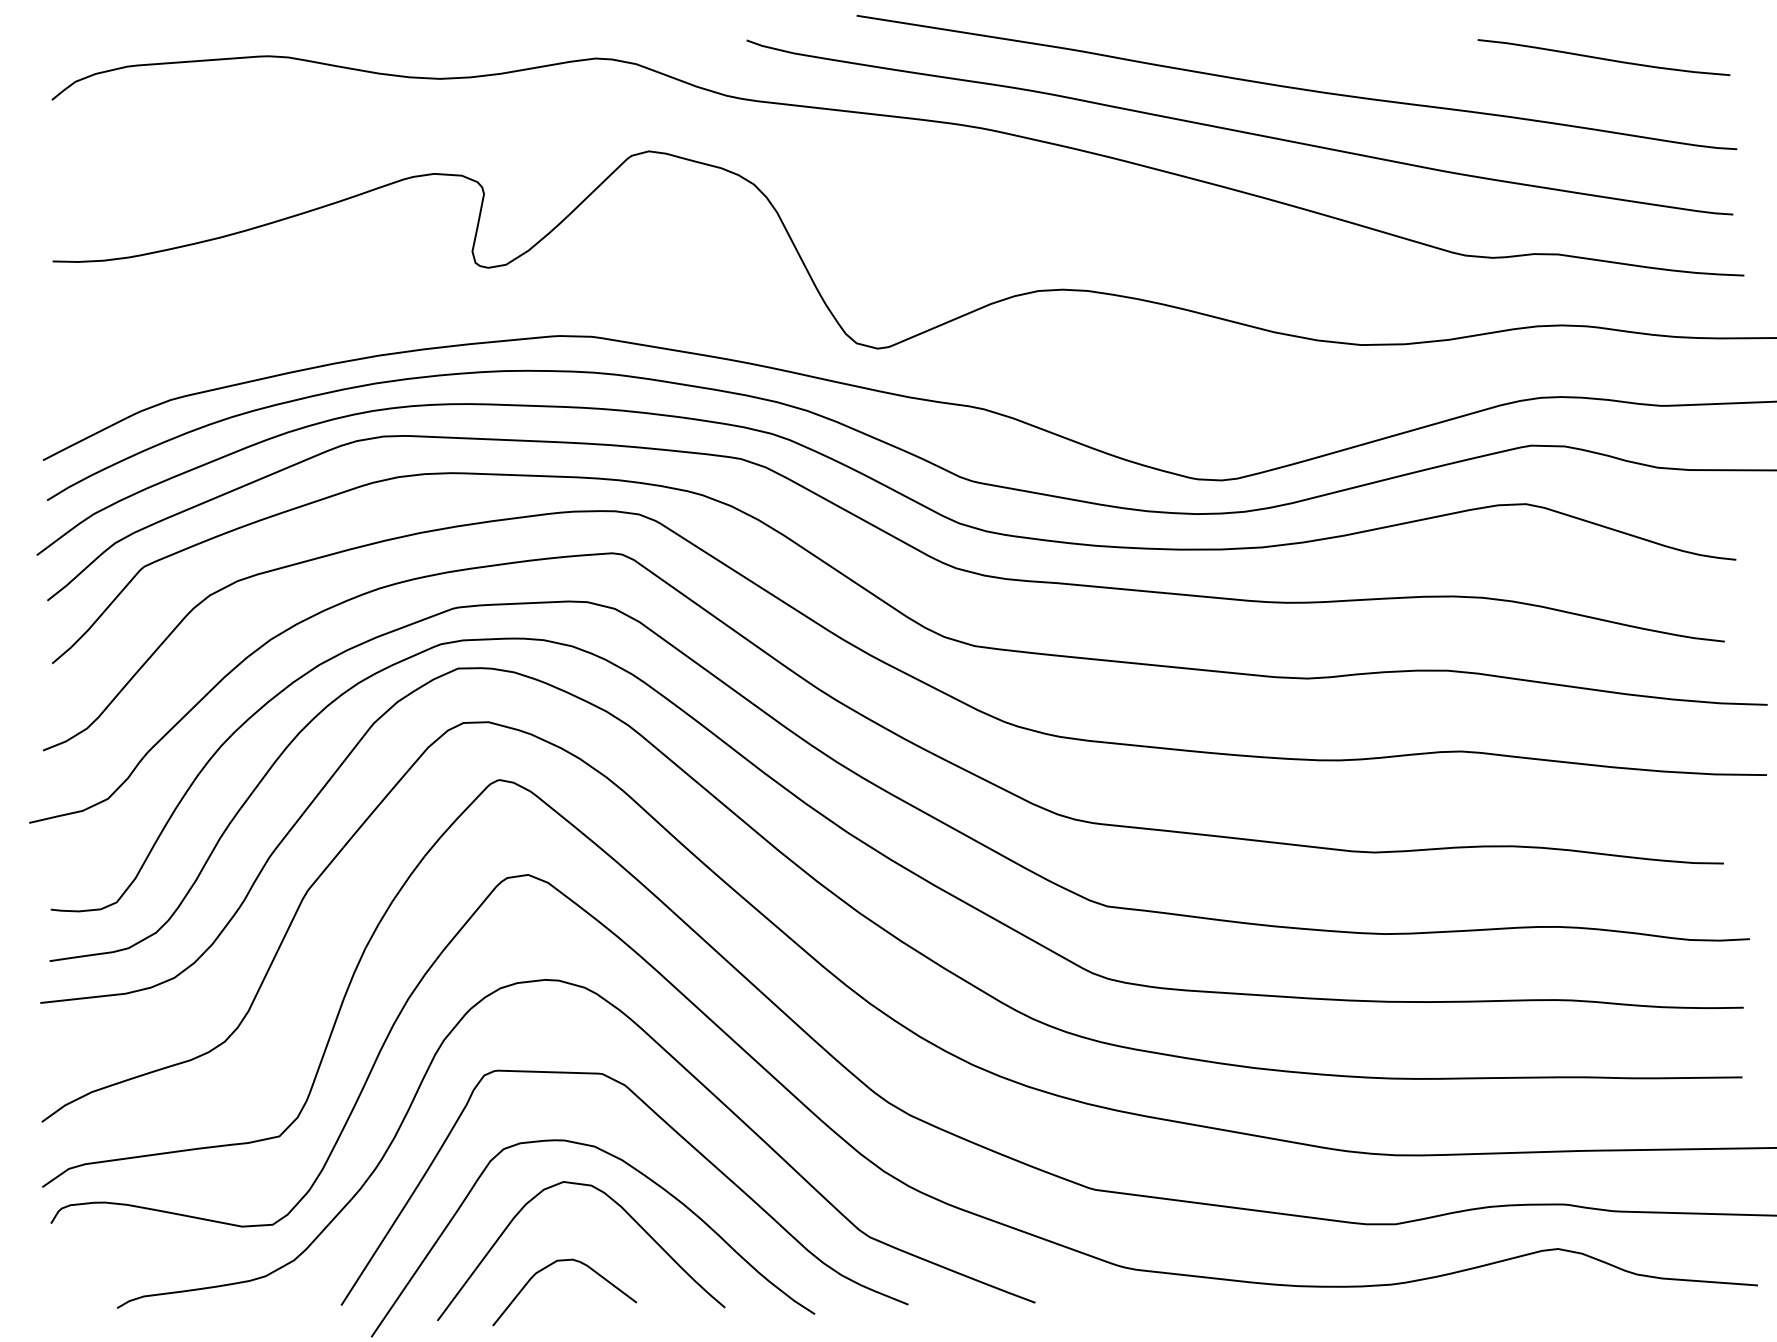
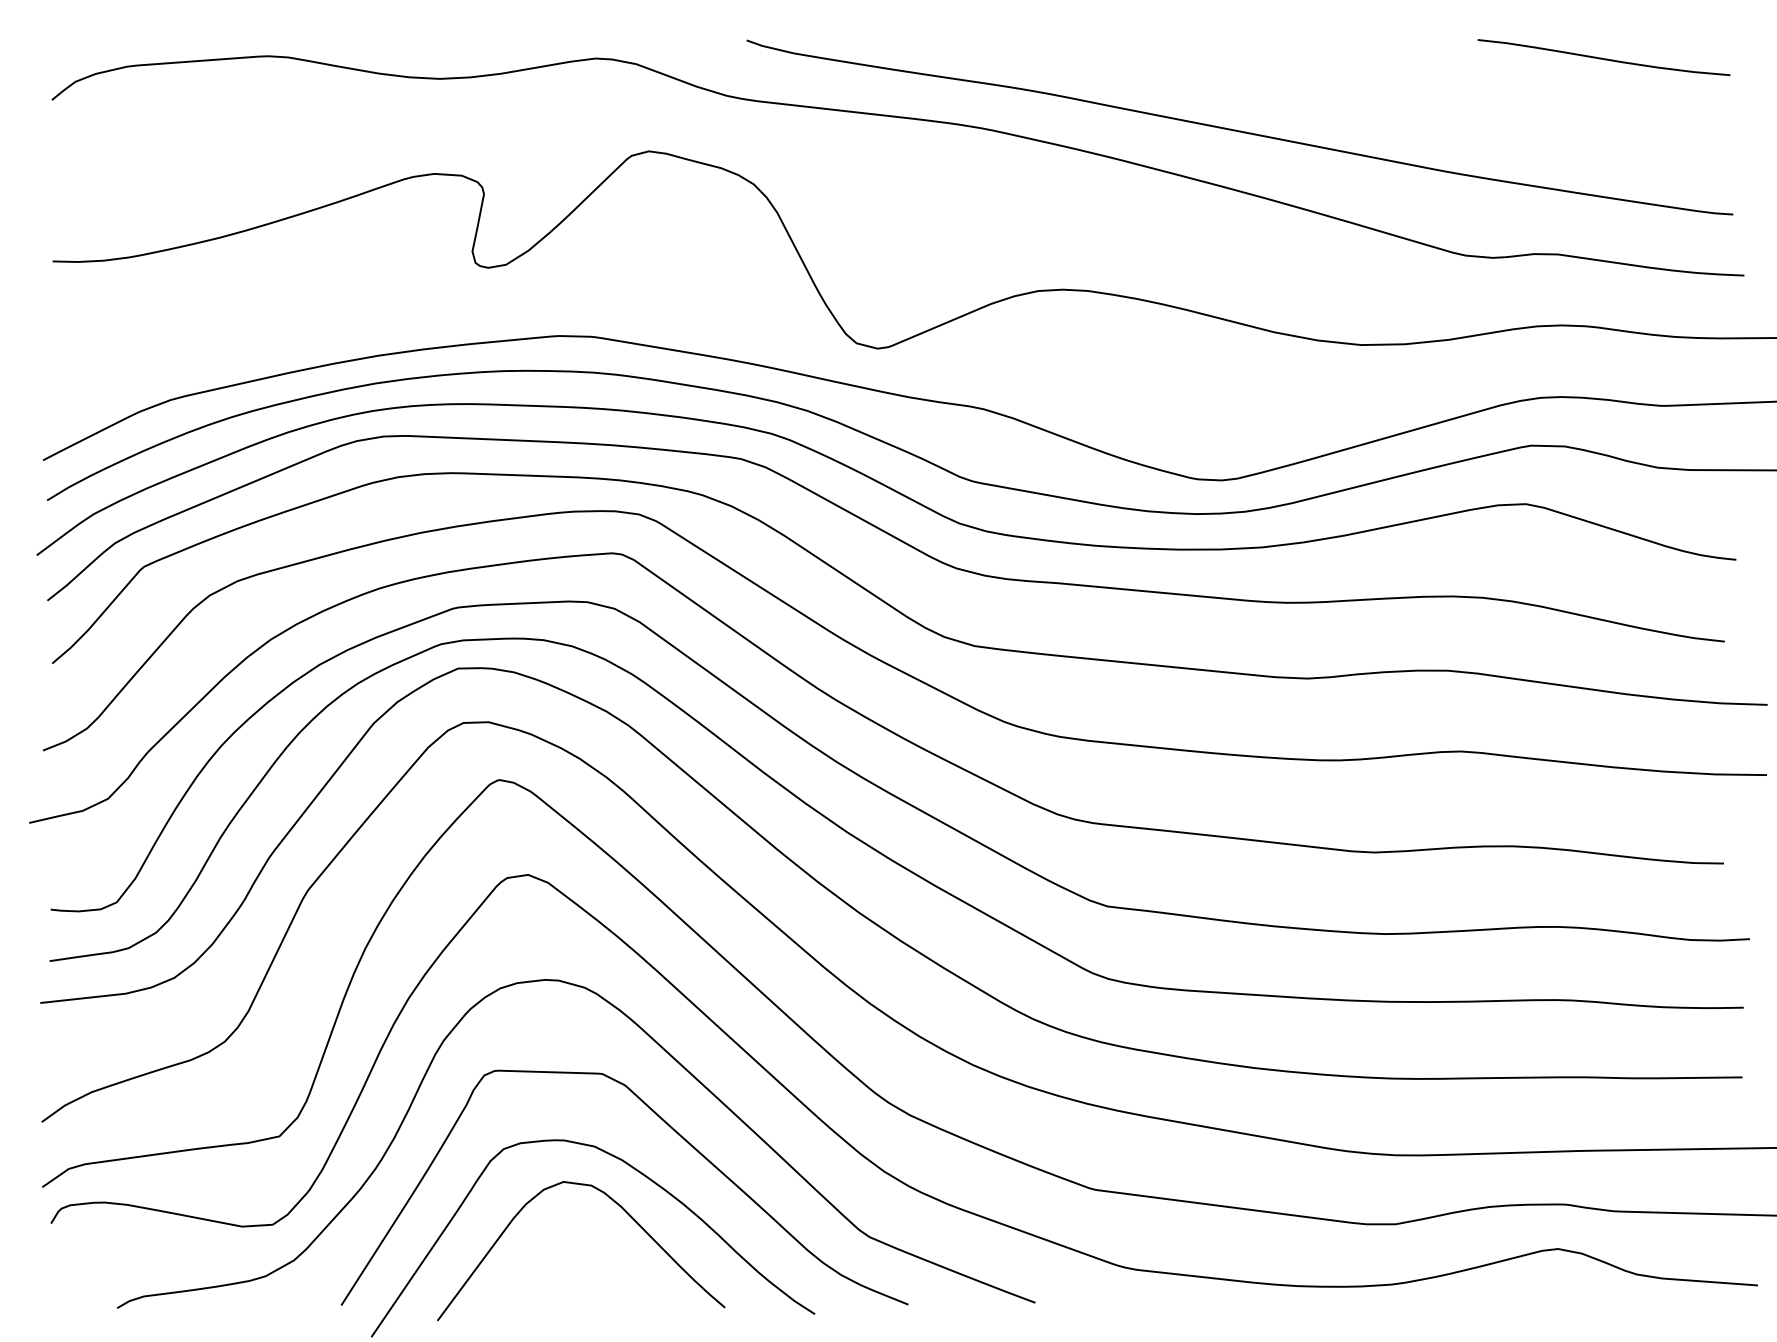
curve at (1296, 87): present -> none
curve at (551, 1265): present -> none
